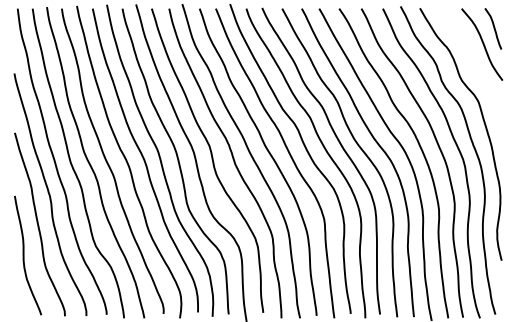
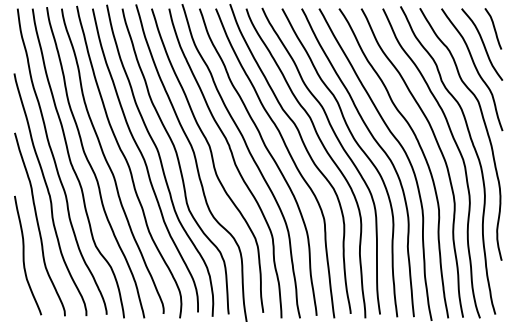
curve at (474, 67): none -> present
